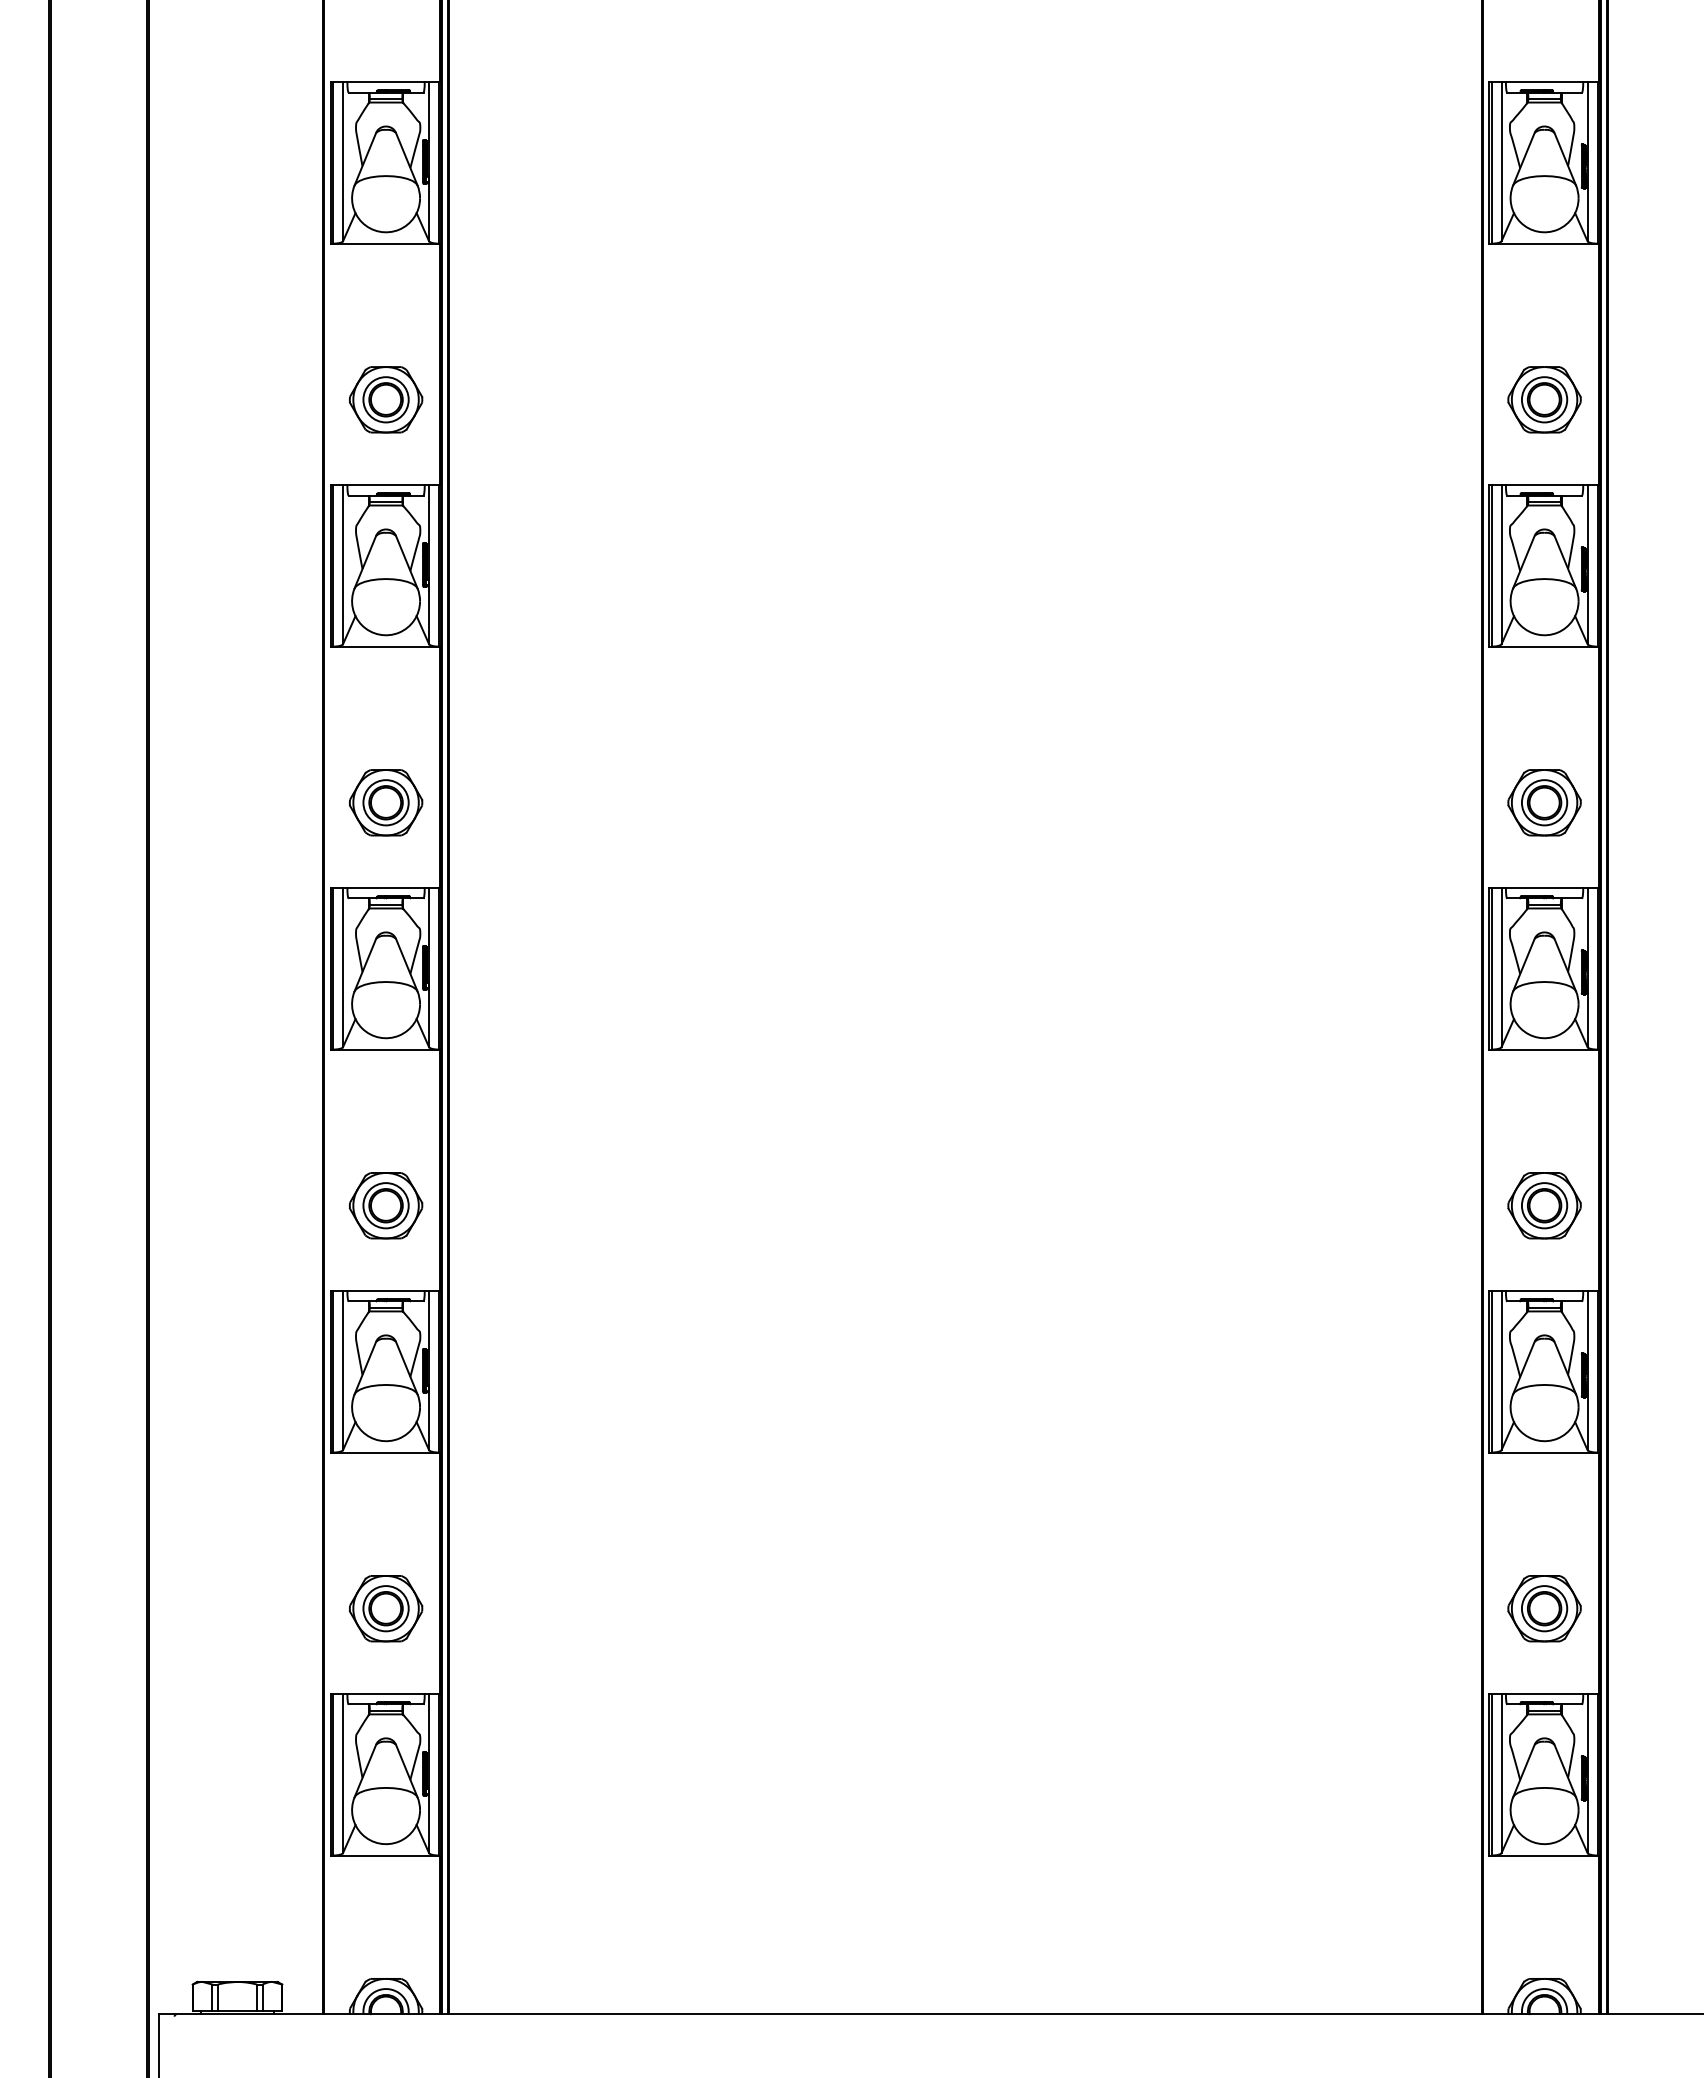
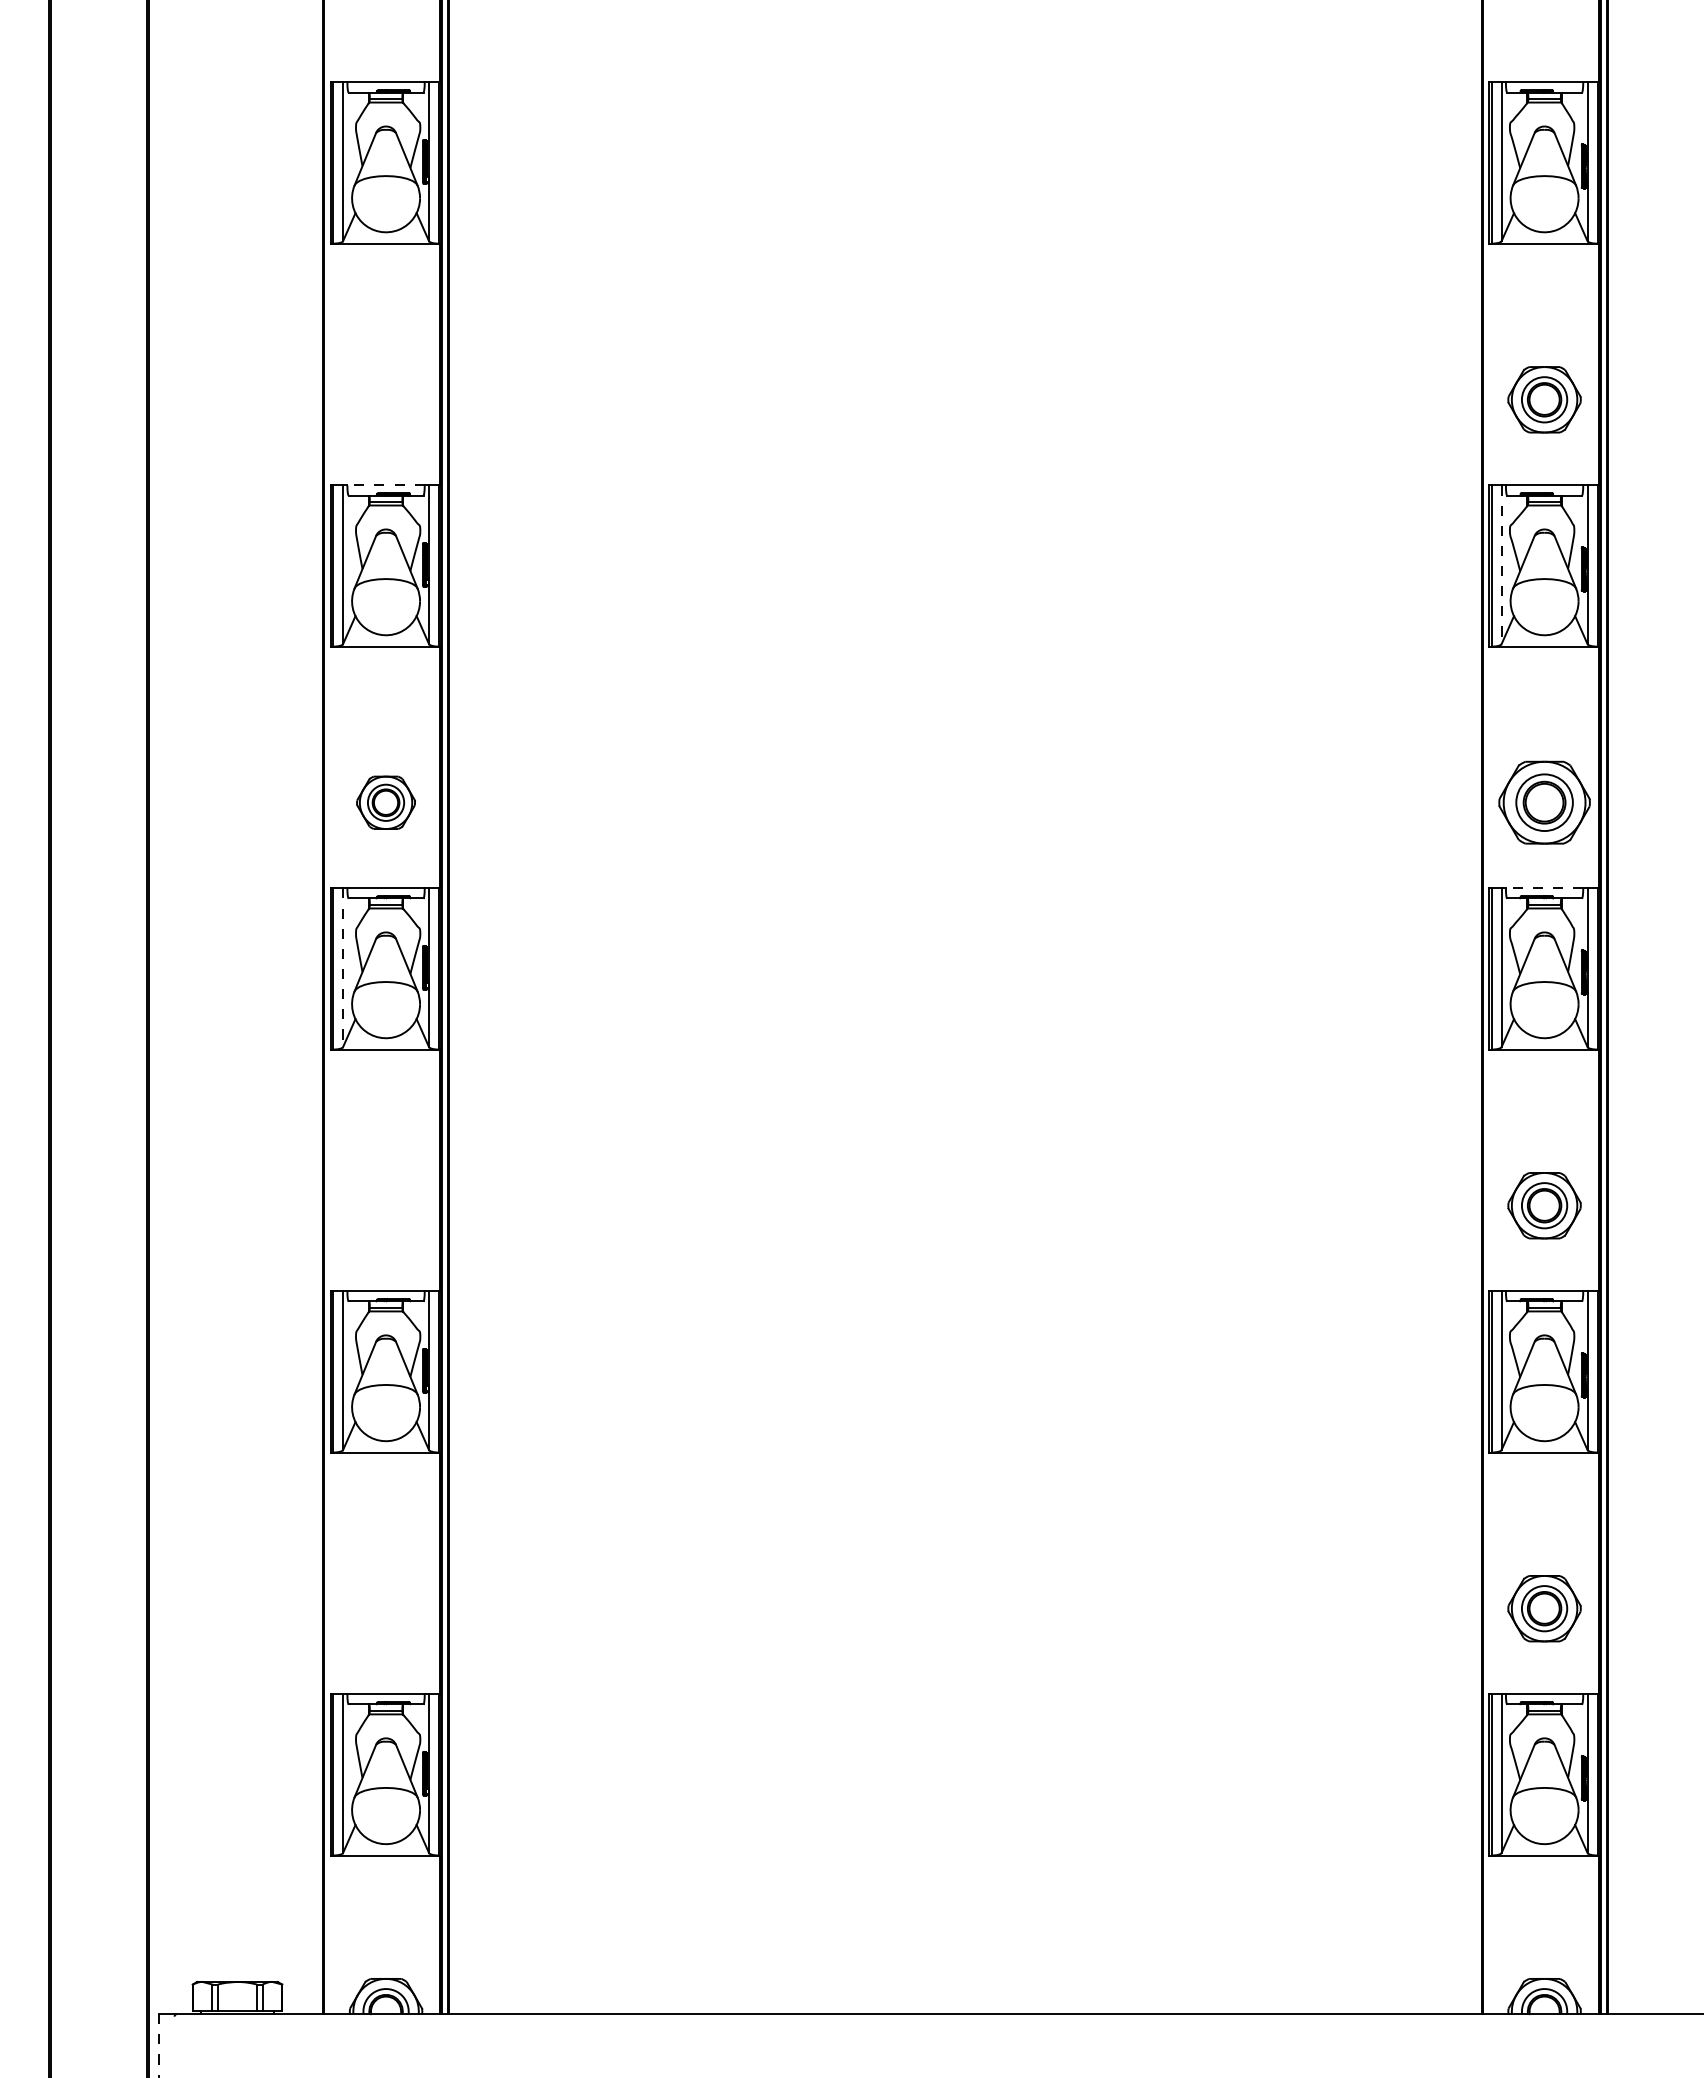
part at (385, 399): present -> none
line at (386, 485): solid -> dashed
line at (1501, 565): solid -> dashed
part at (385, 802) size: 76x68 px -> 60x55 px
part at (1544, 802) size: 75x68 px -> 93x85 px
line at (1544, 888): solid -> dashed
line at (343, 968): solid -> dashed
part at (385, 1205): present -> none
part at (385, 1608): present -> none
line at (159, 2046): solid -> dashed
